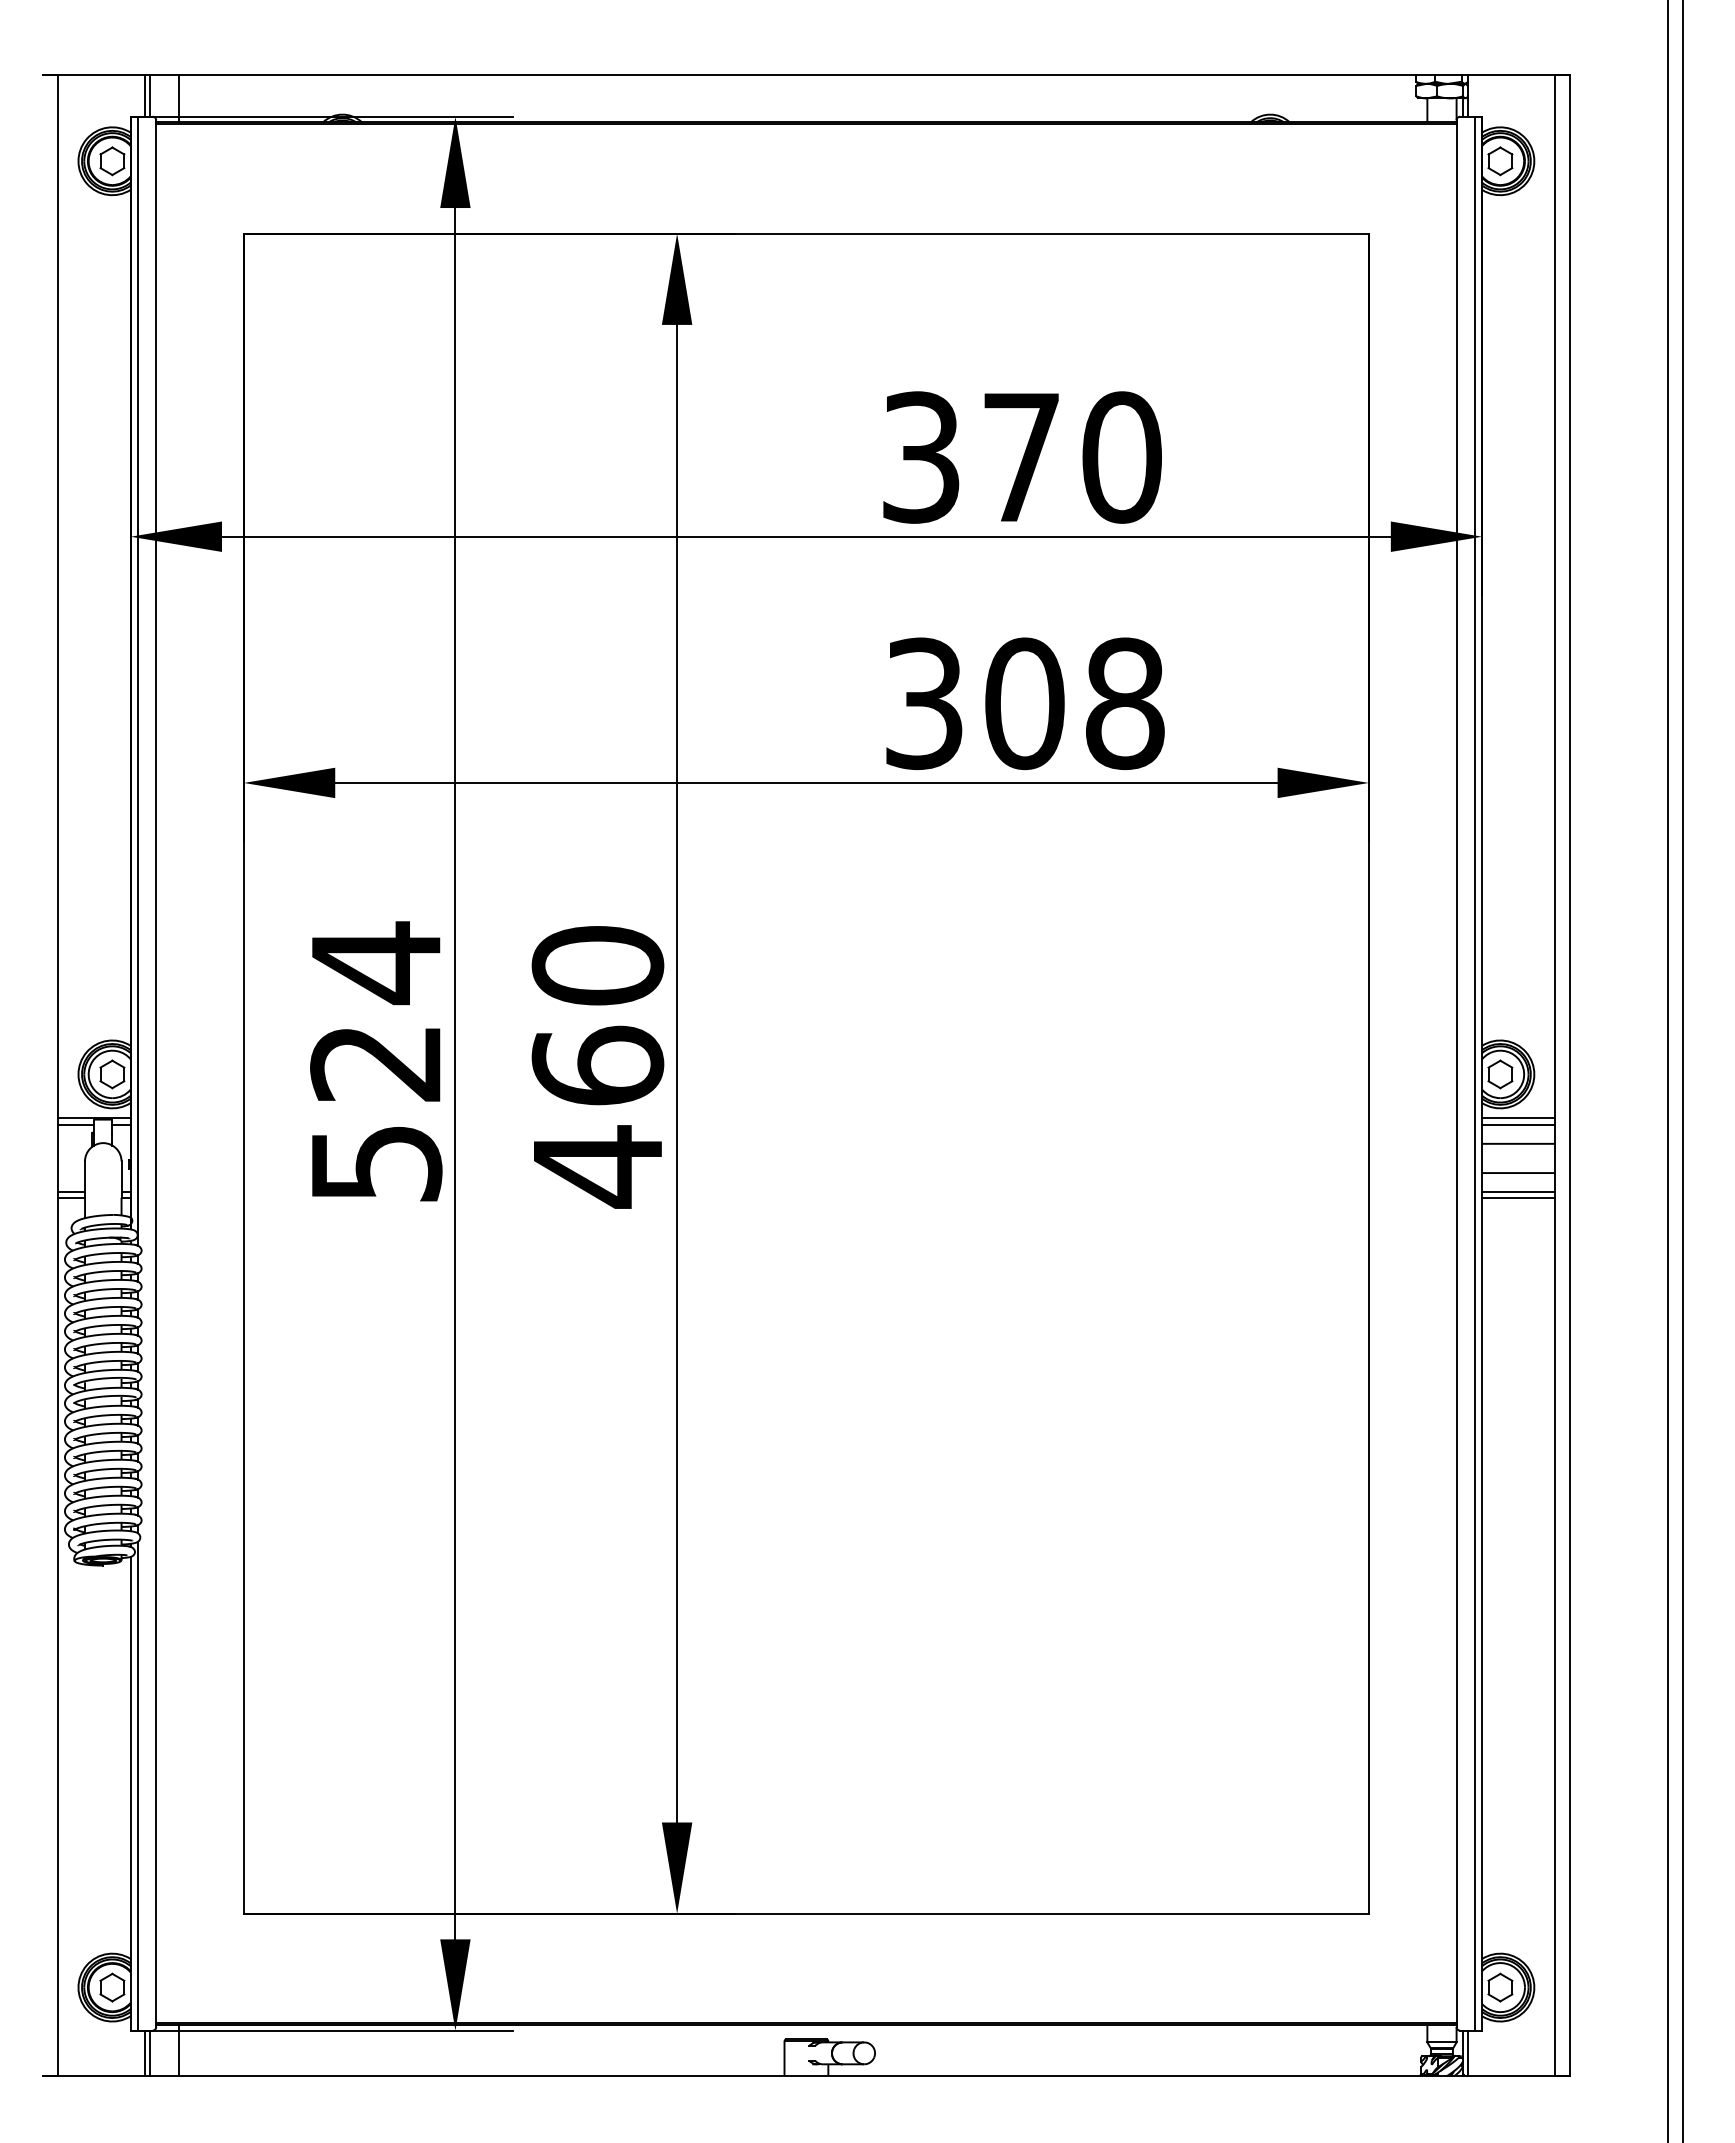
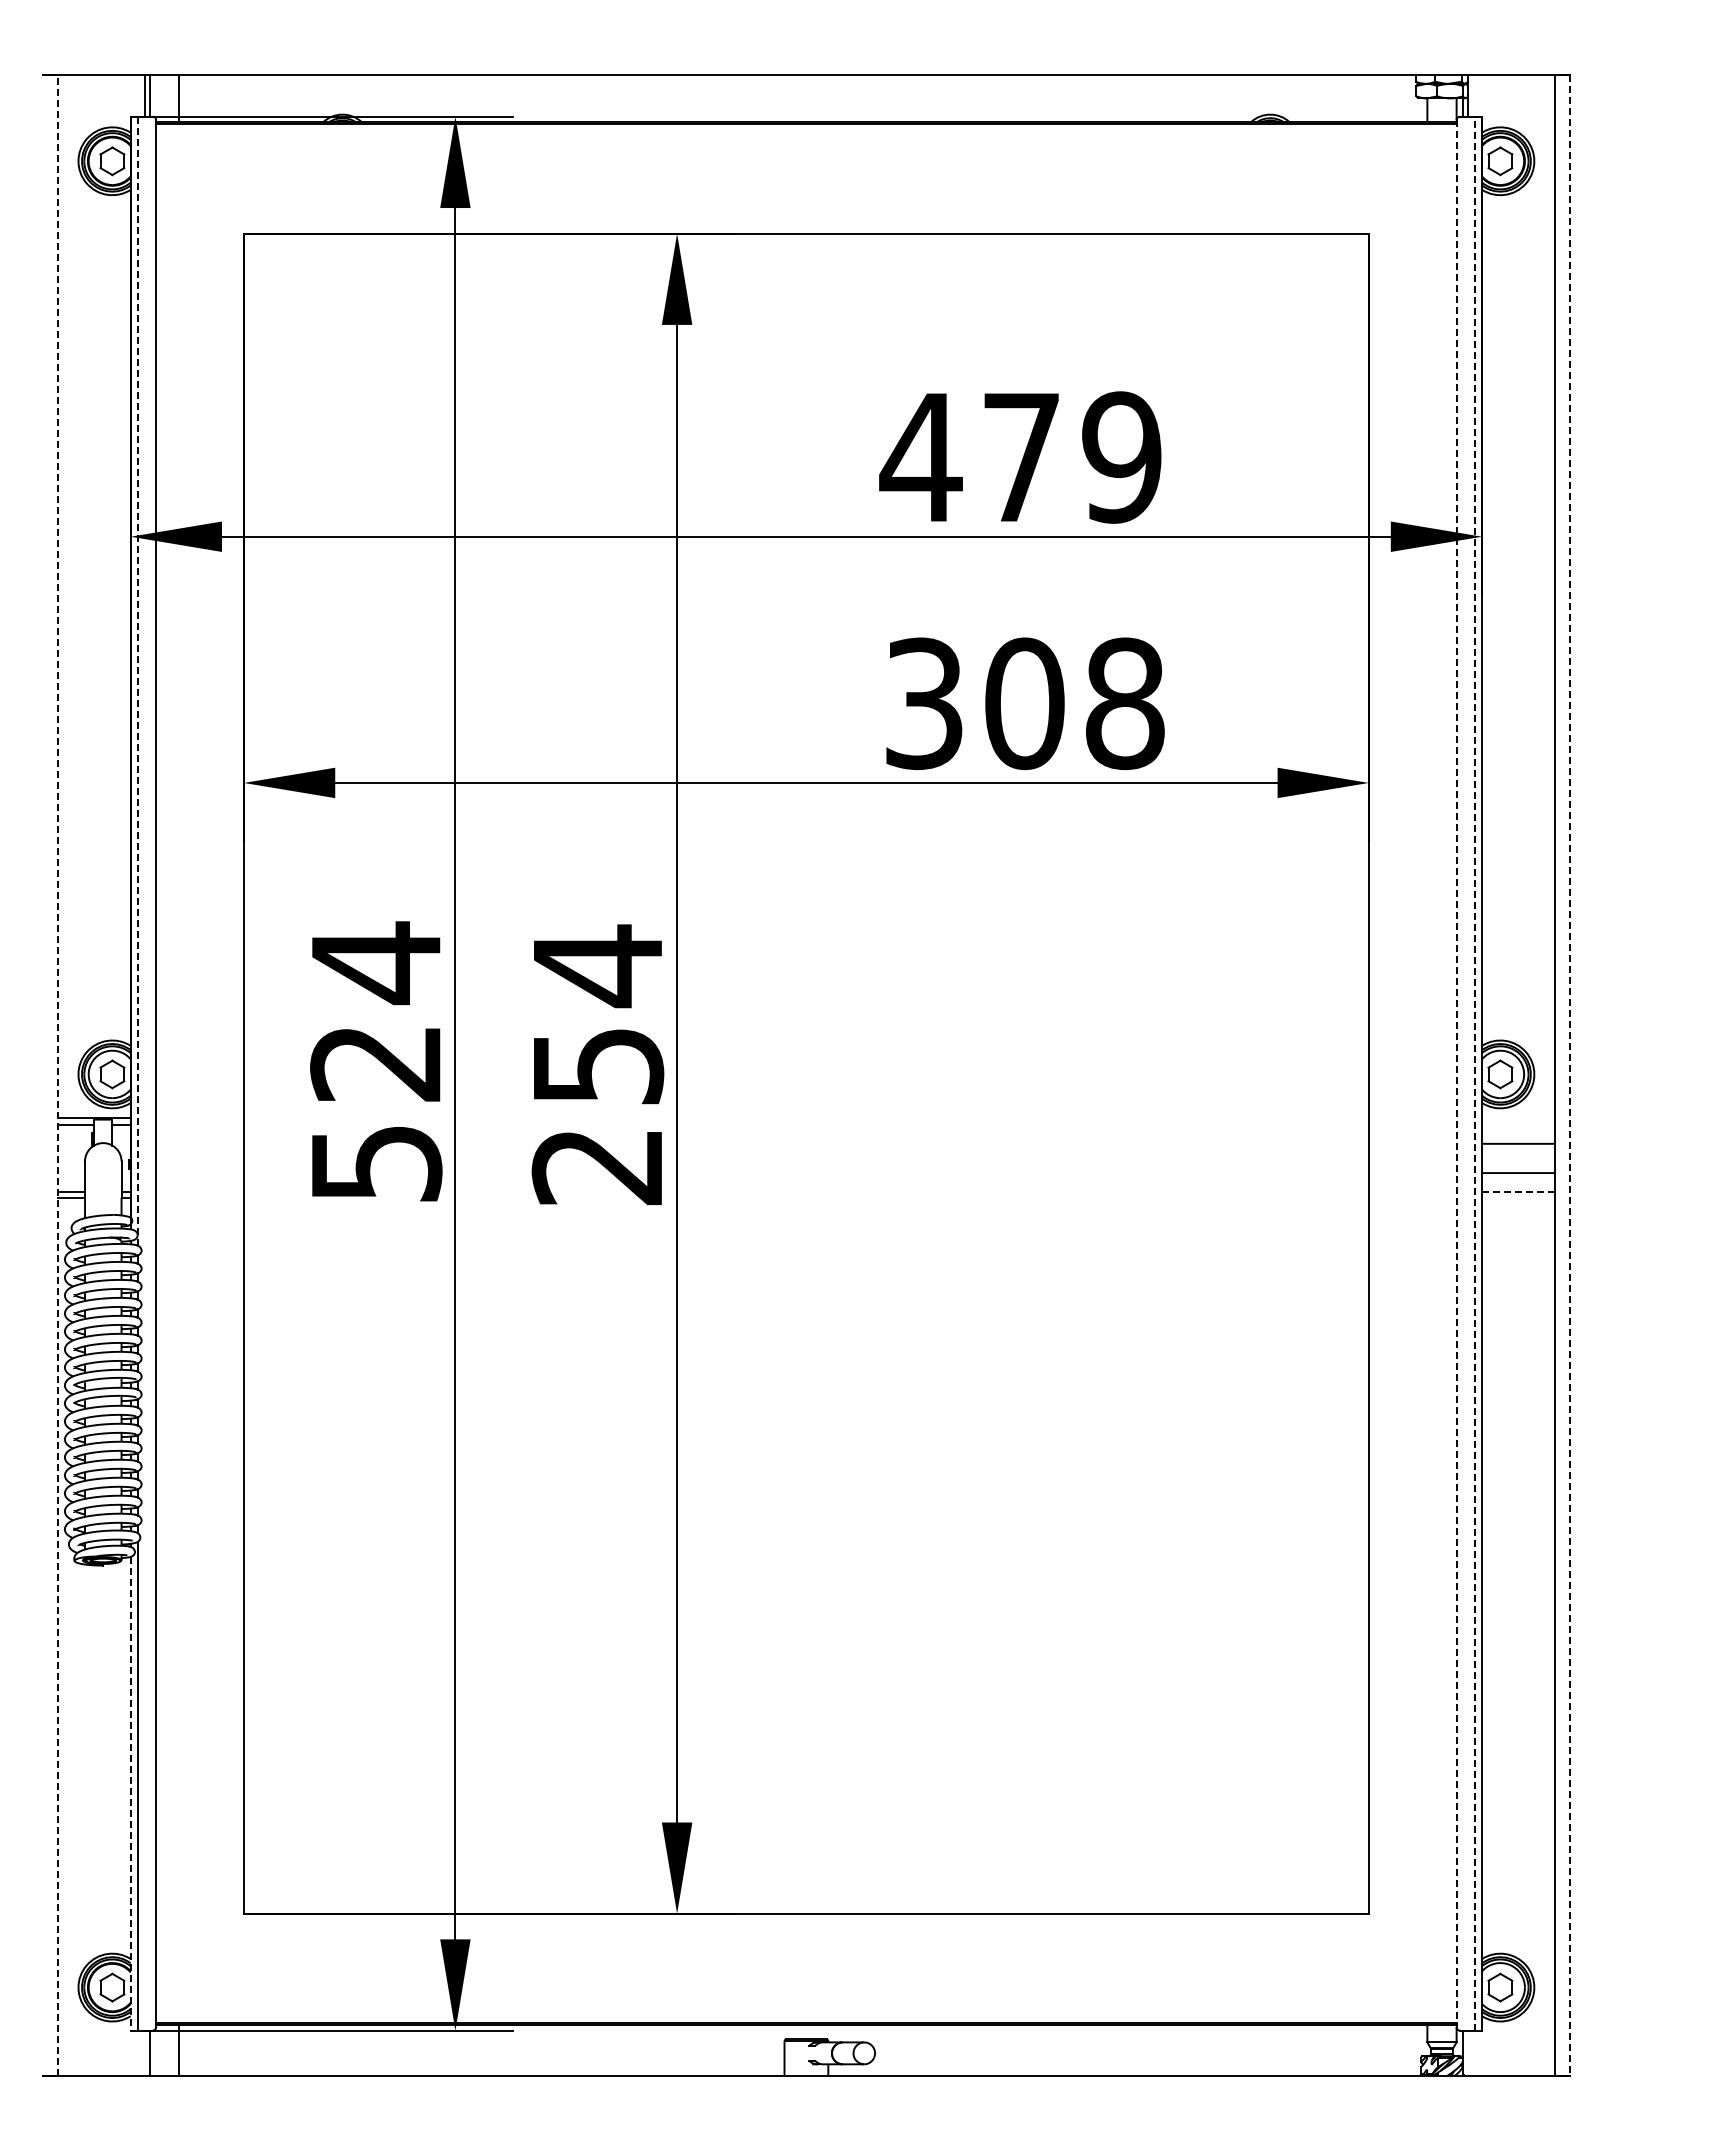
text at (1020, 457): 370 -> 479
line at (137, 681): solid -> dashed
text at (597, 1066): 460 -> 254
line at (1668, 1070): present -> none
line at (1683, 1070): present -> none
line at (1474, 1073): solid -> dashed
line at (1456, 1074): solid -> dashed
line at (57, 1075): solid -> dashed
line at (1569, 1076): solid -> dashed
line at (1518, 1118): present -> none
line at (1518, 1124): present -> none
line at (1518, 1192): solid -> dashed
line at (1518, 1198): present -> none
line at (130, 1793): solid -> dashed
line at (145, 2053): present -> none
line at (1467, 2053): present -> none
